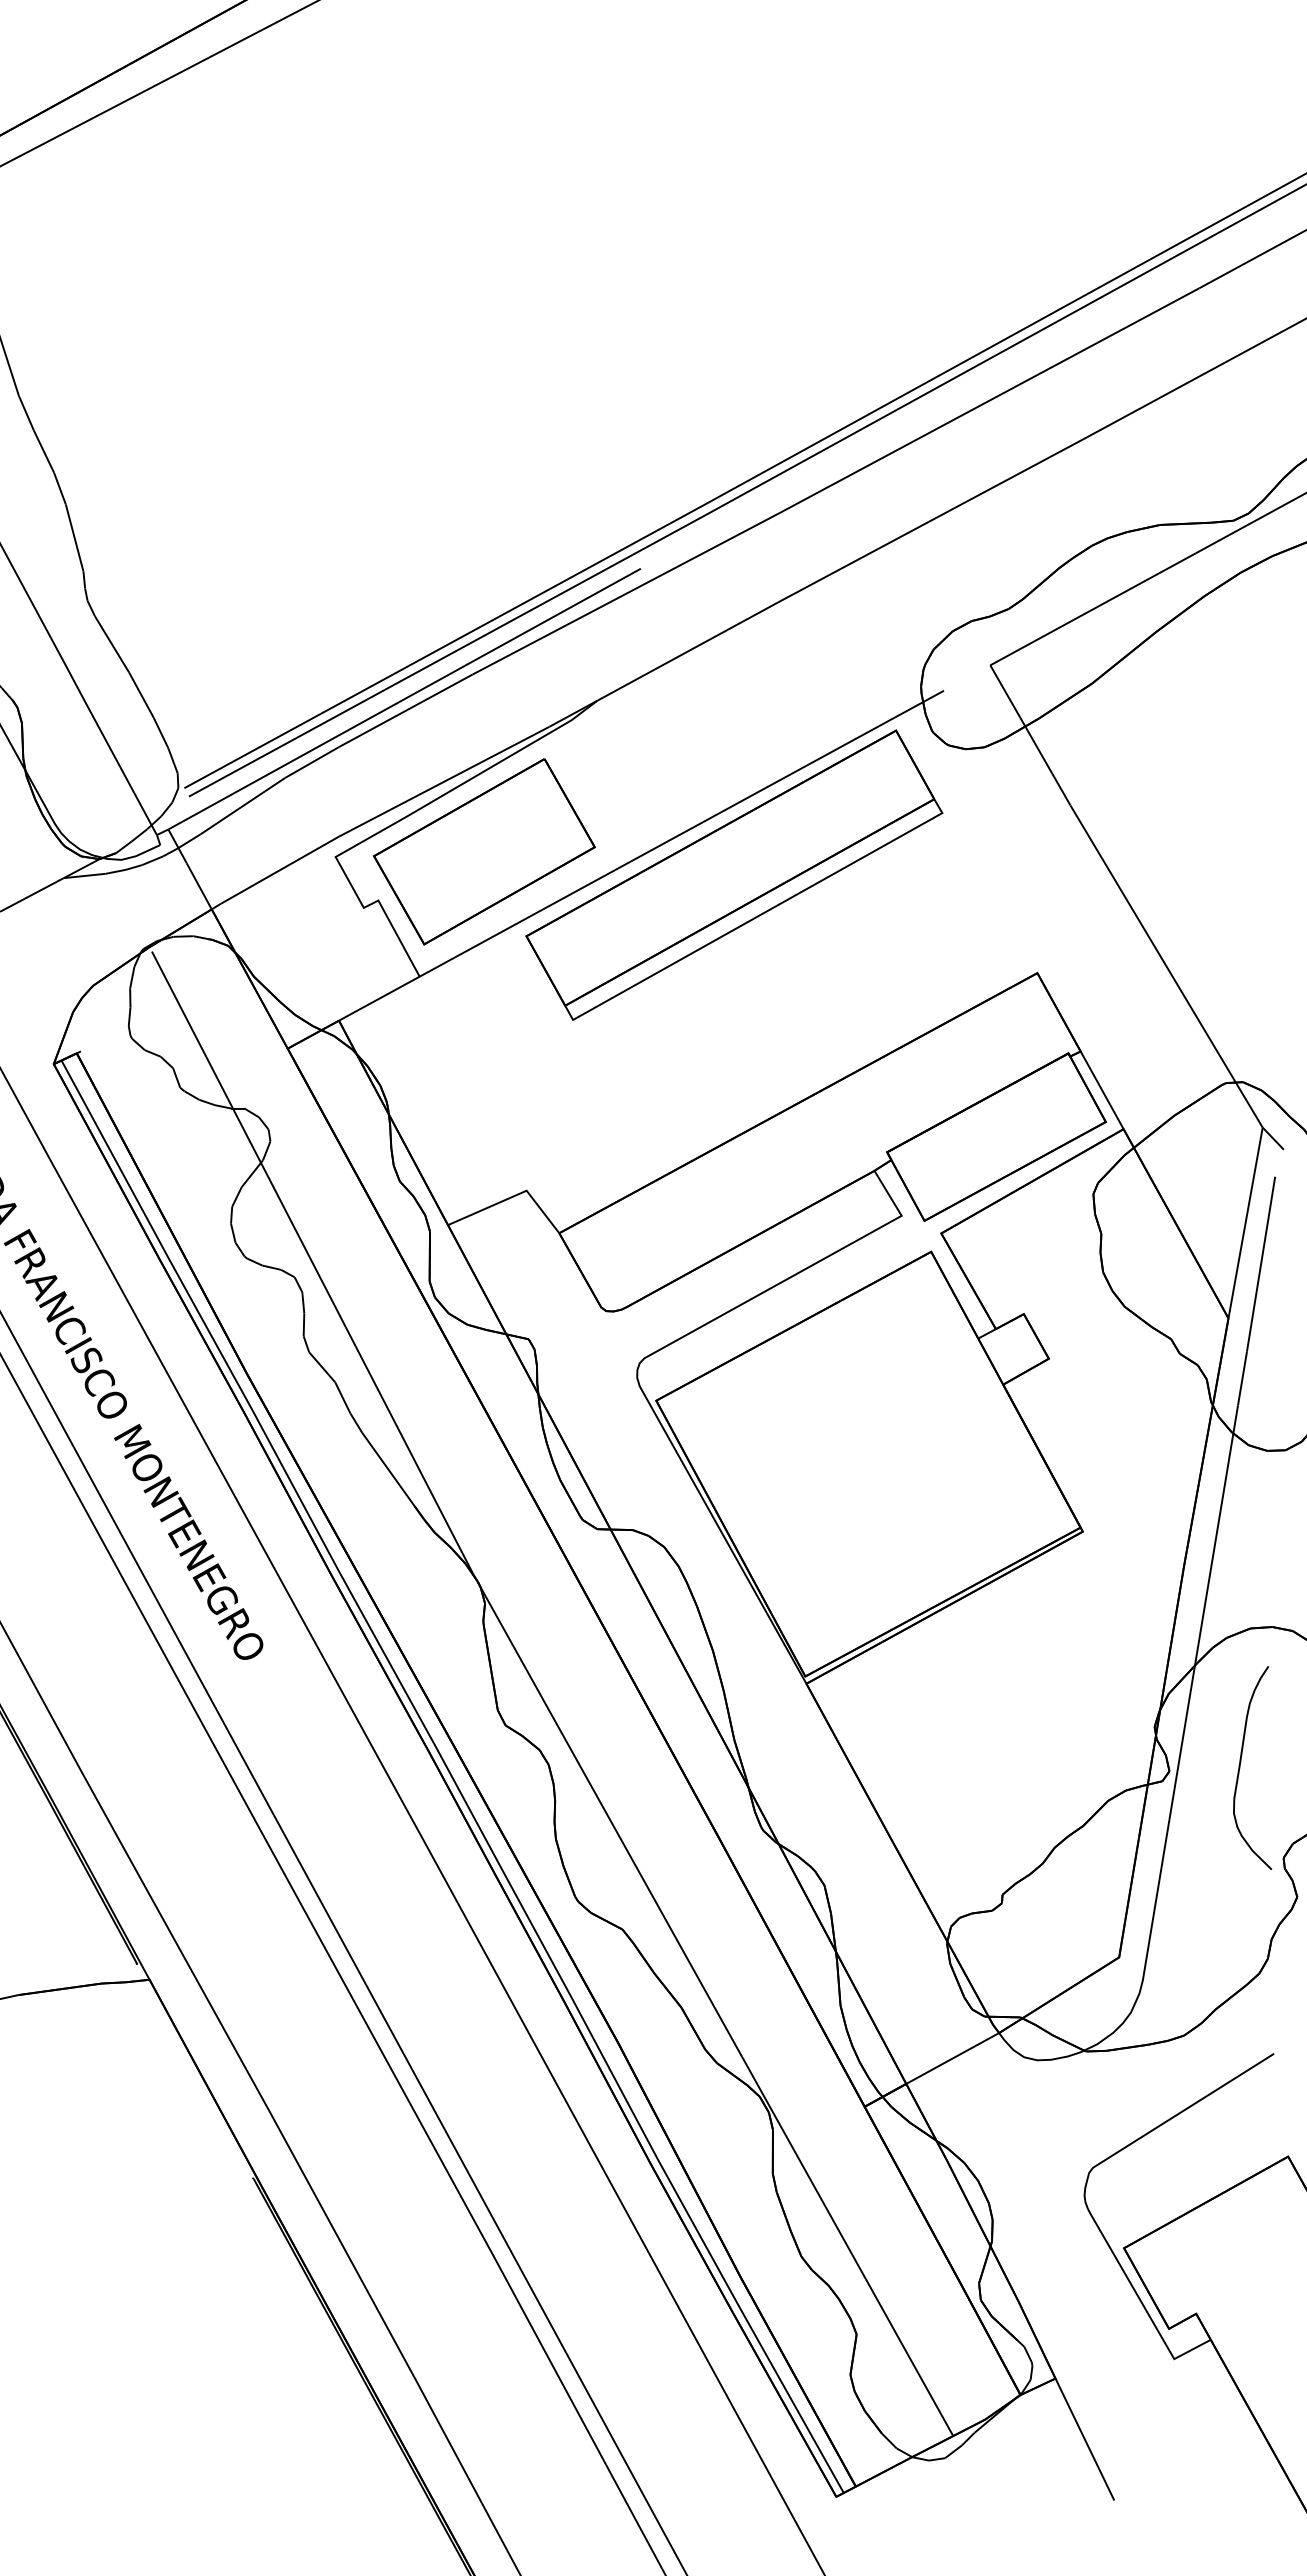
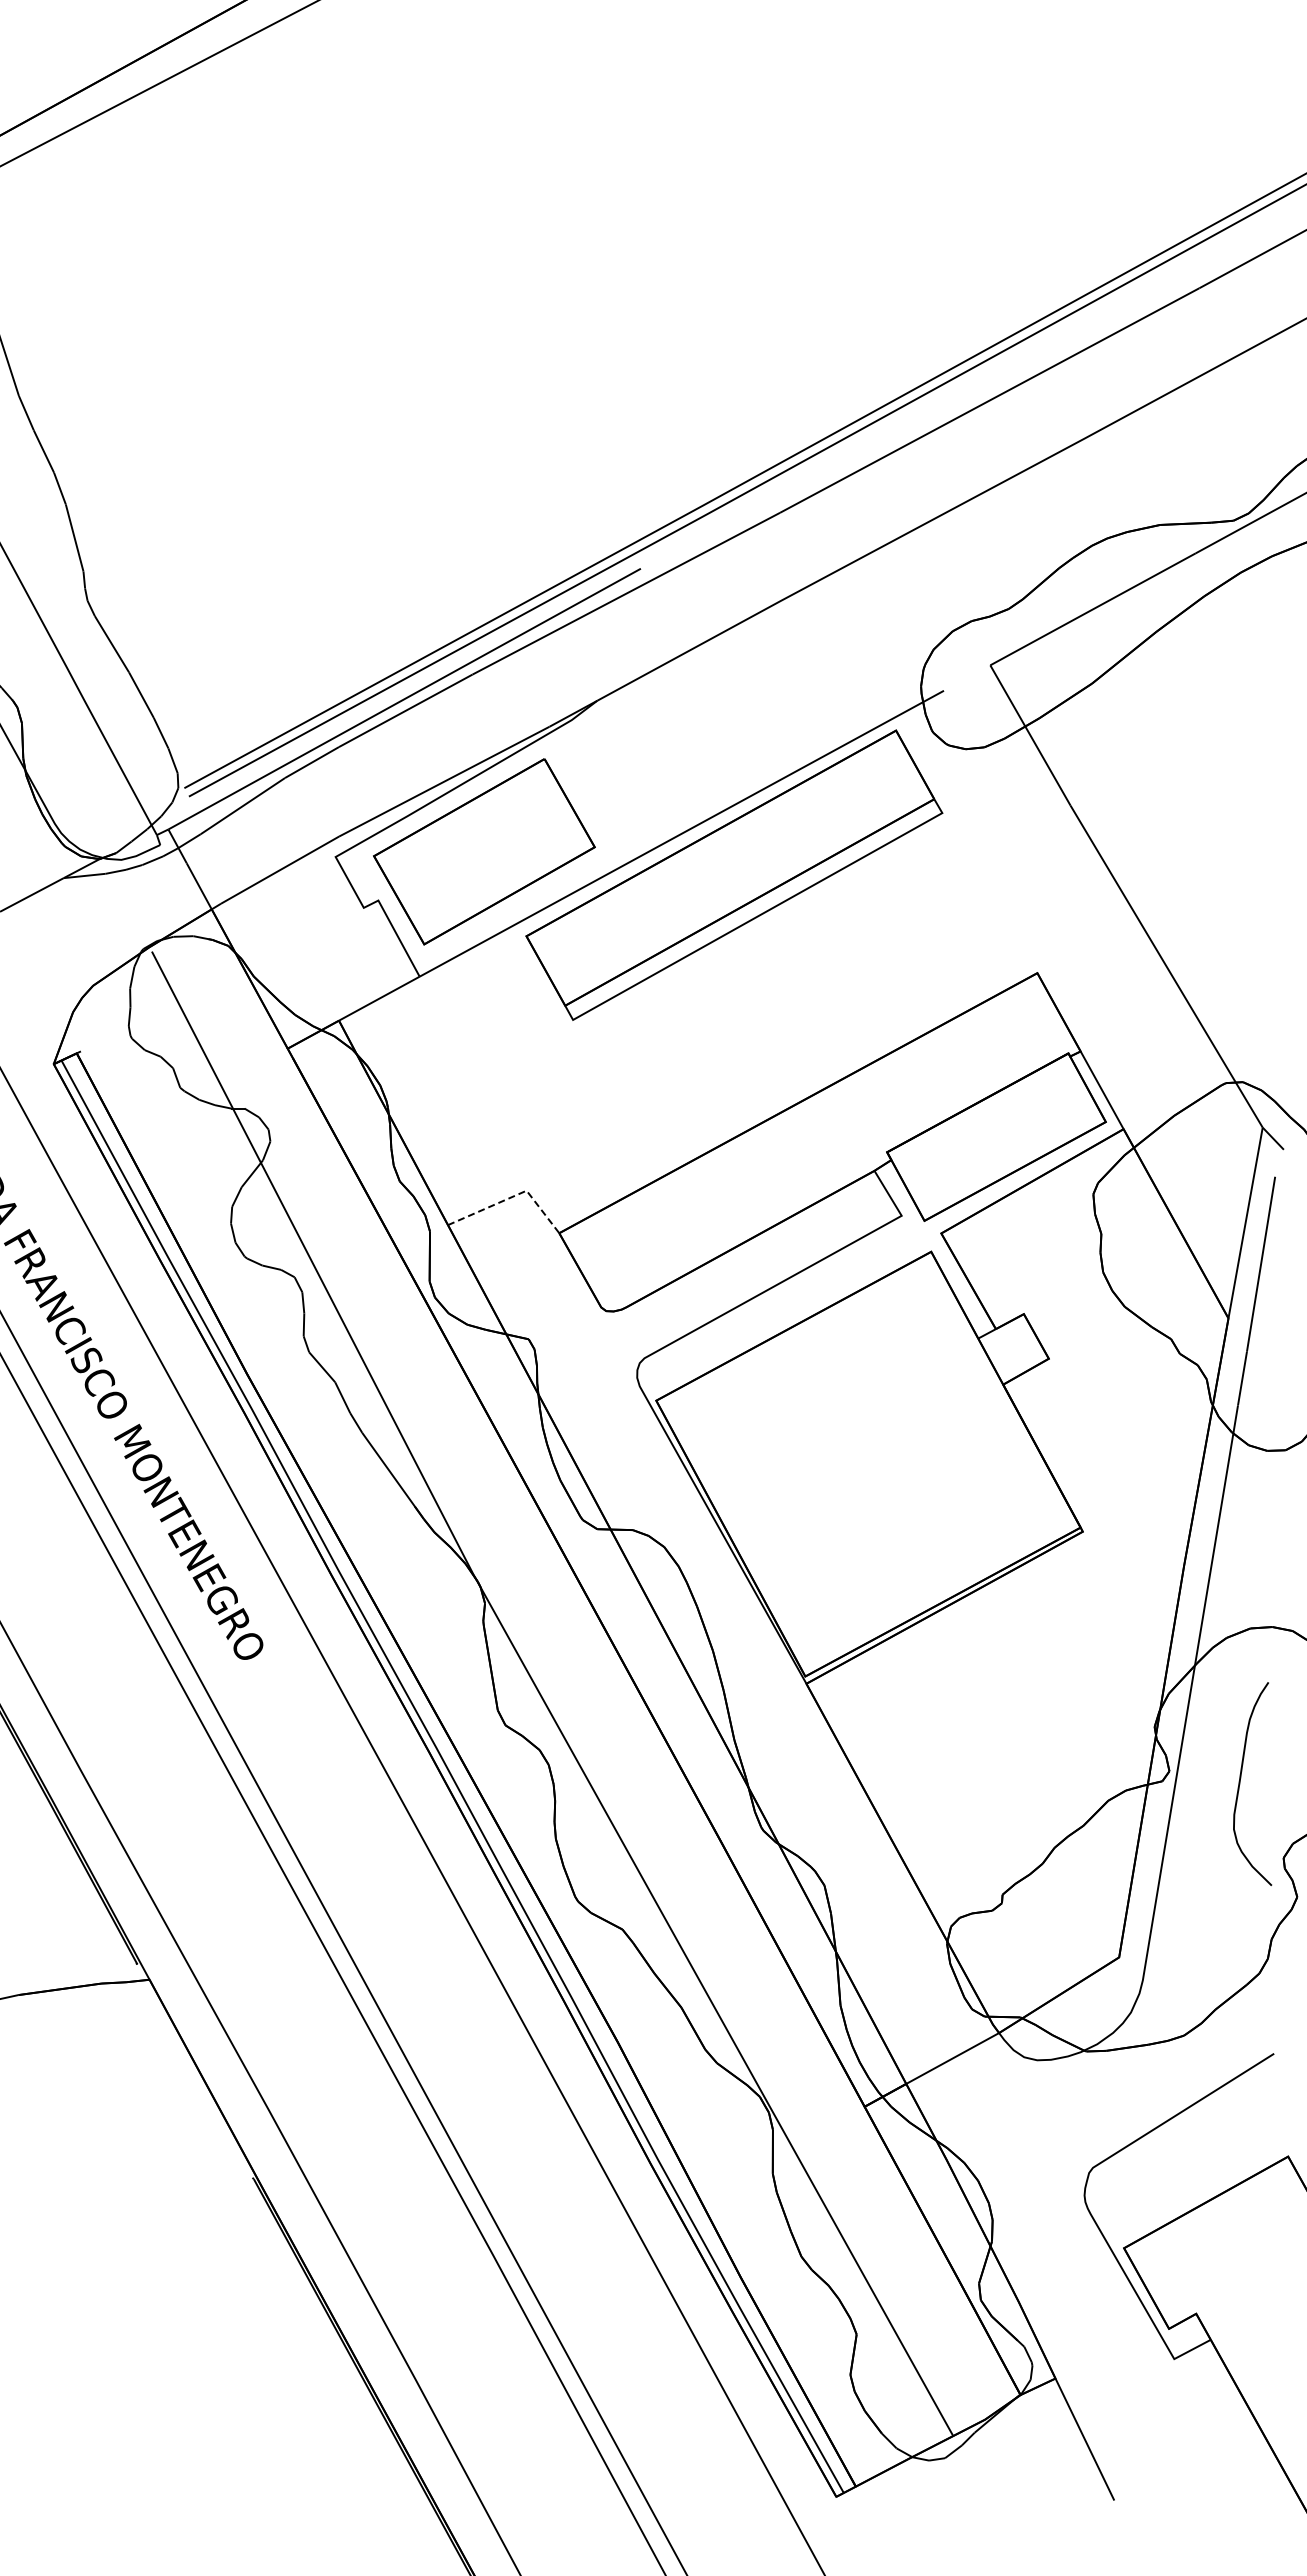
line at (512, 1196): solid -> dashed
curve at (1240, 1767) position: (1240, 1767) -> (1240, 1783)
